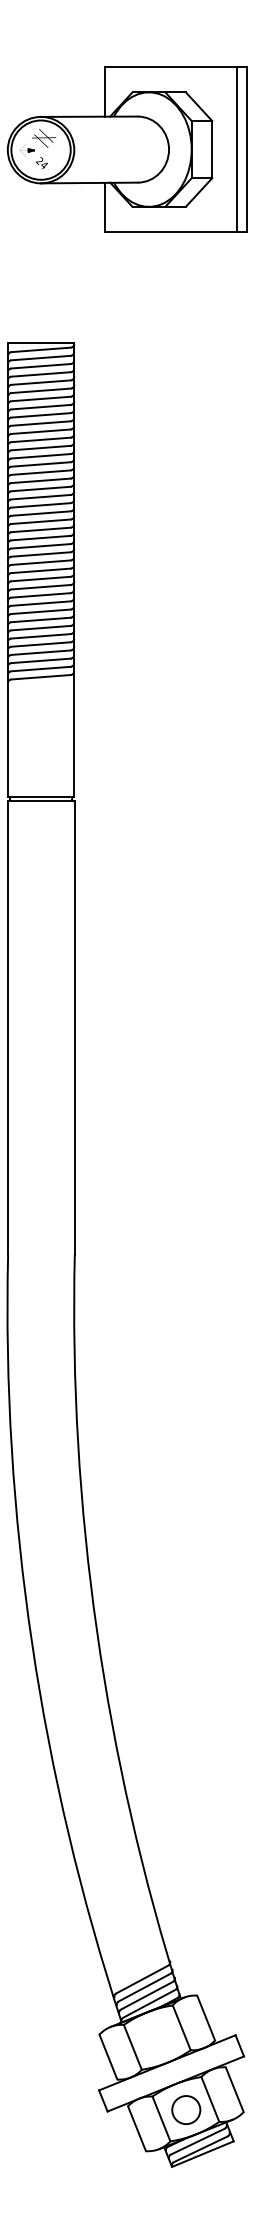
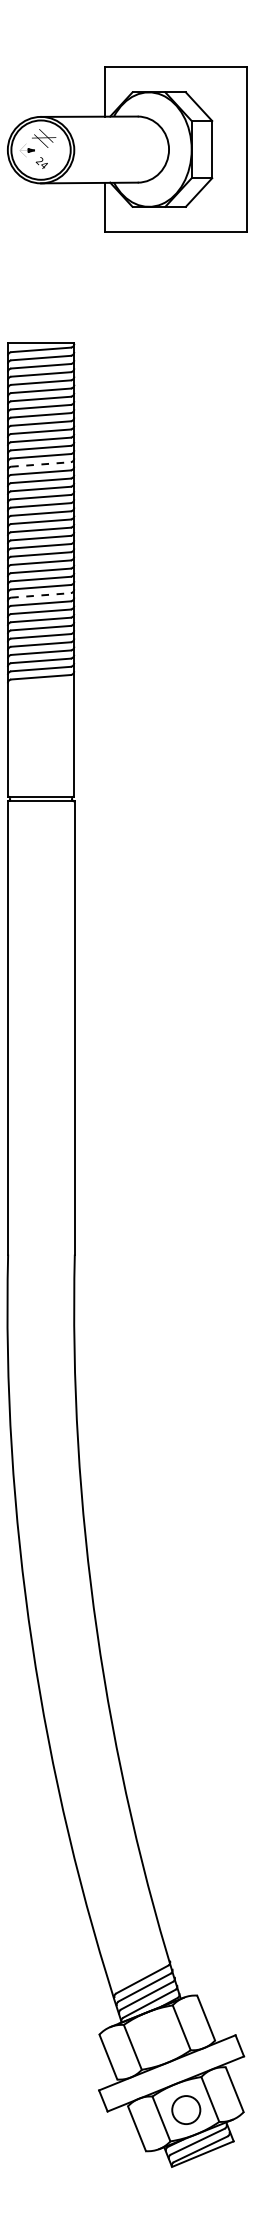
line at (236, 149): present -> none
line at (41, 464): solid -> dashed
line at (41, 595): solid -> dashed
